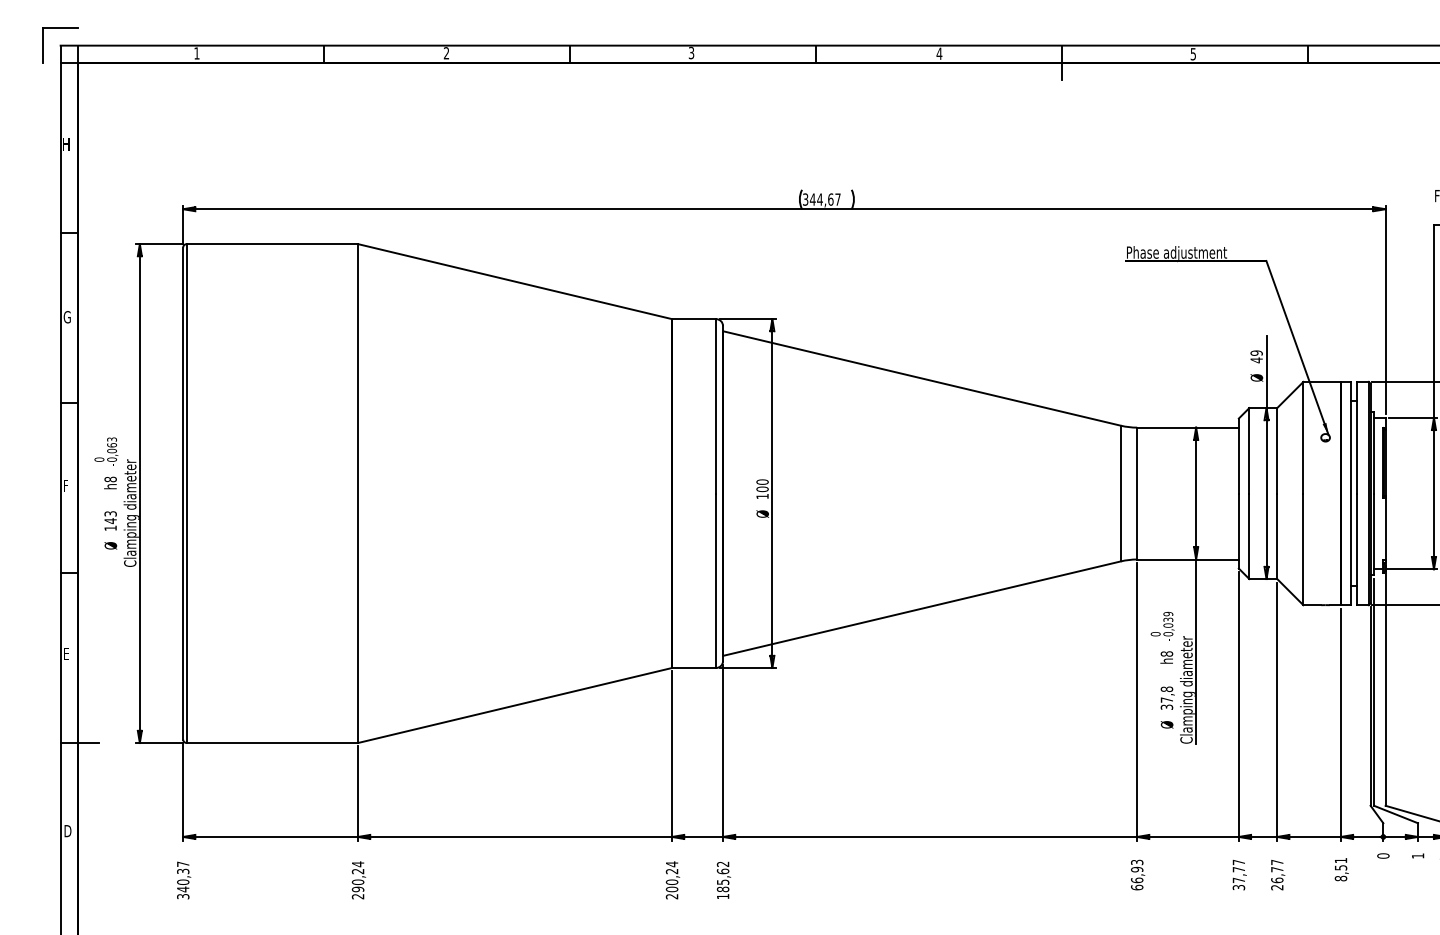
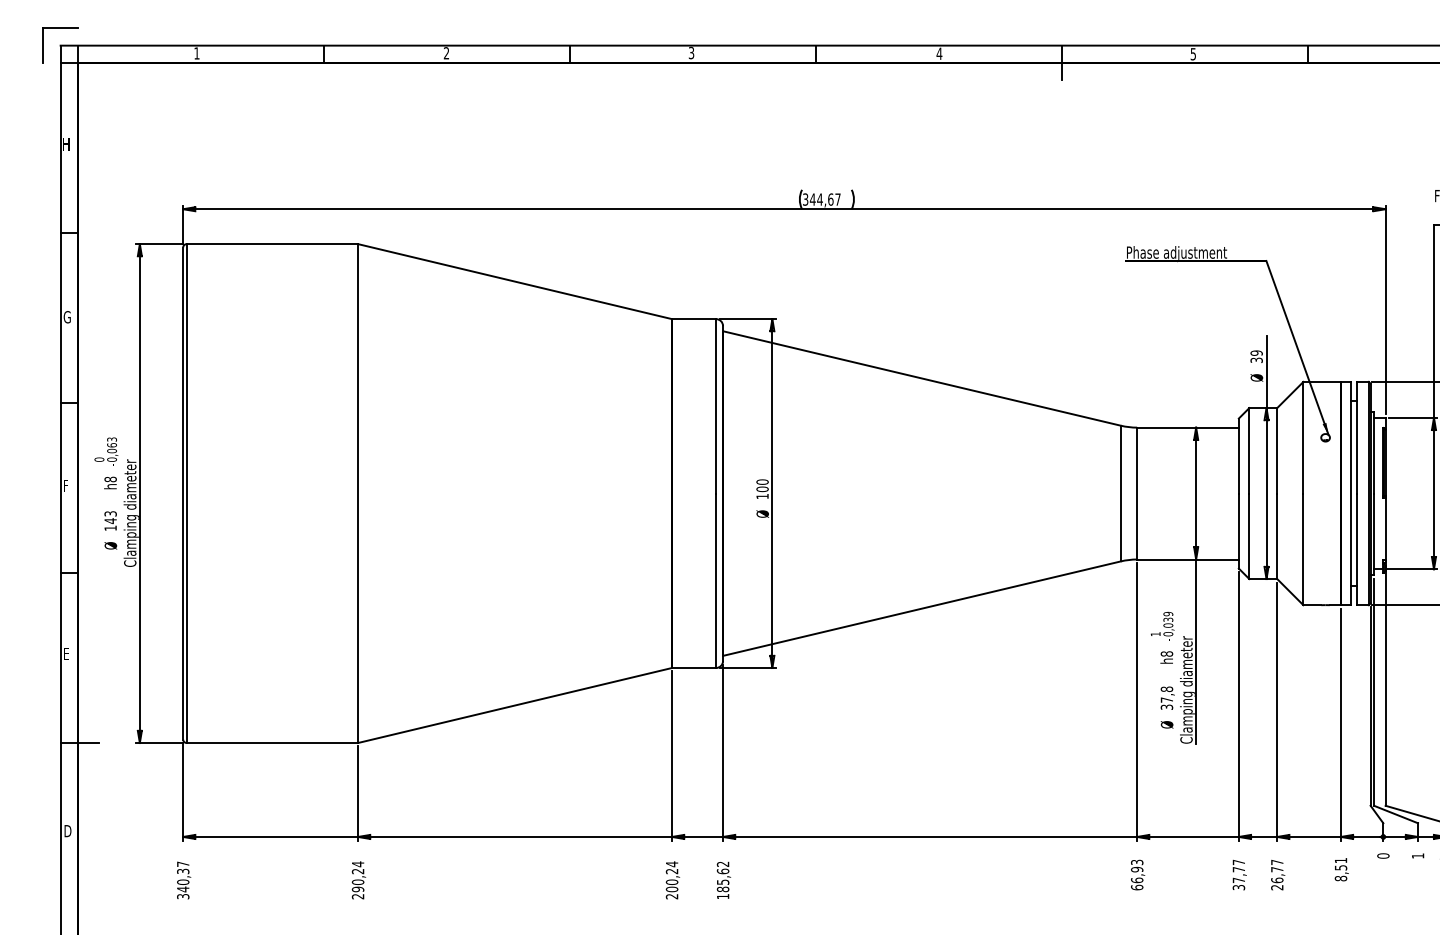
text at (1256, 360): 49 -> 39
text at (1155, 634): 0 -> 1
